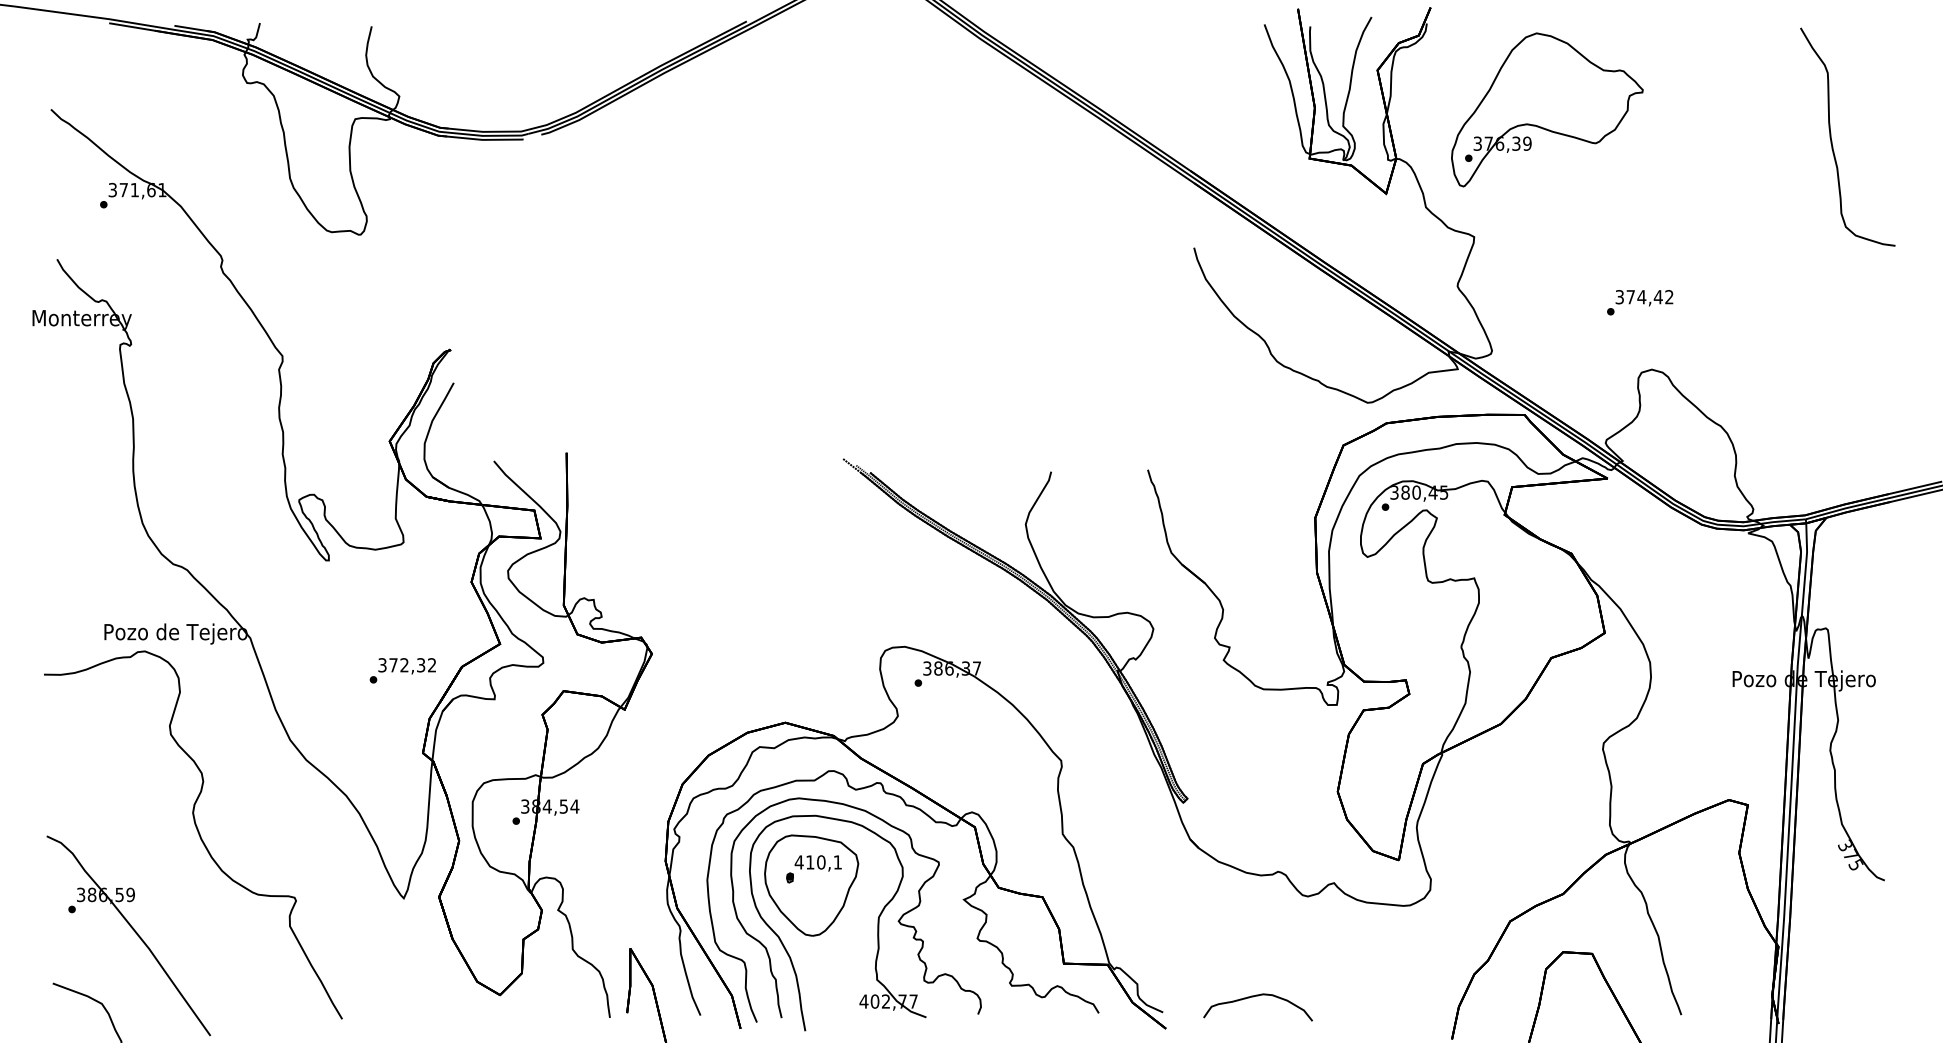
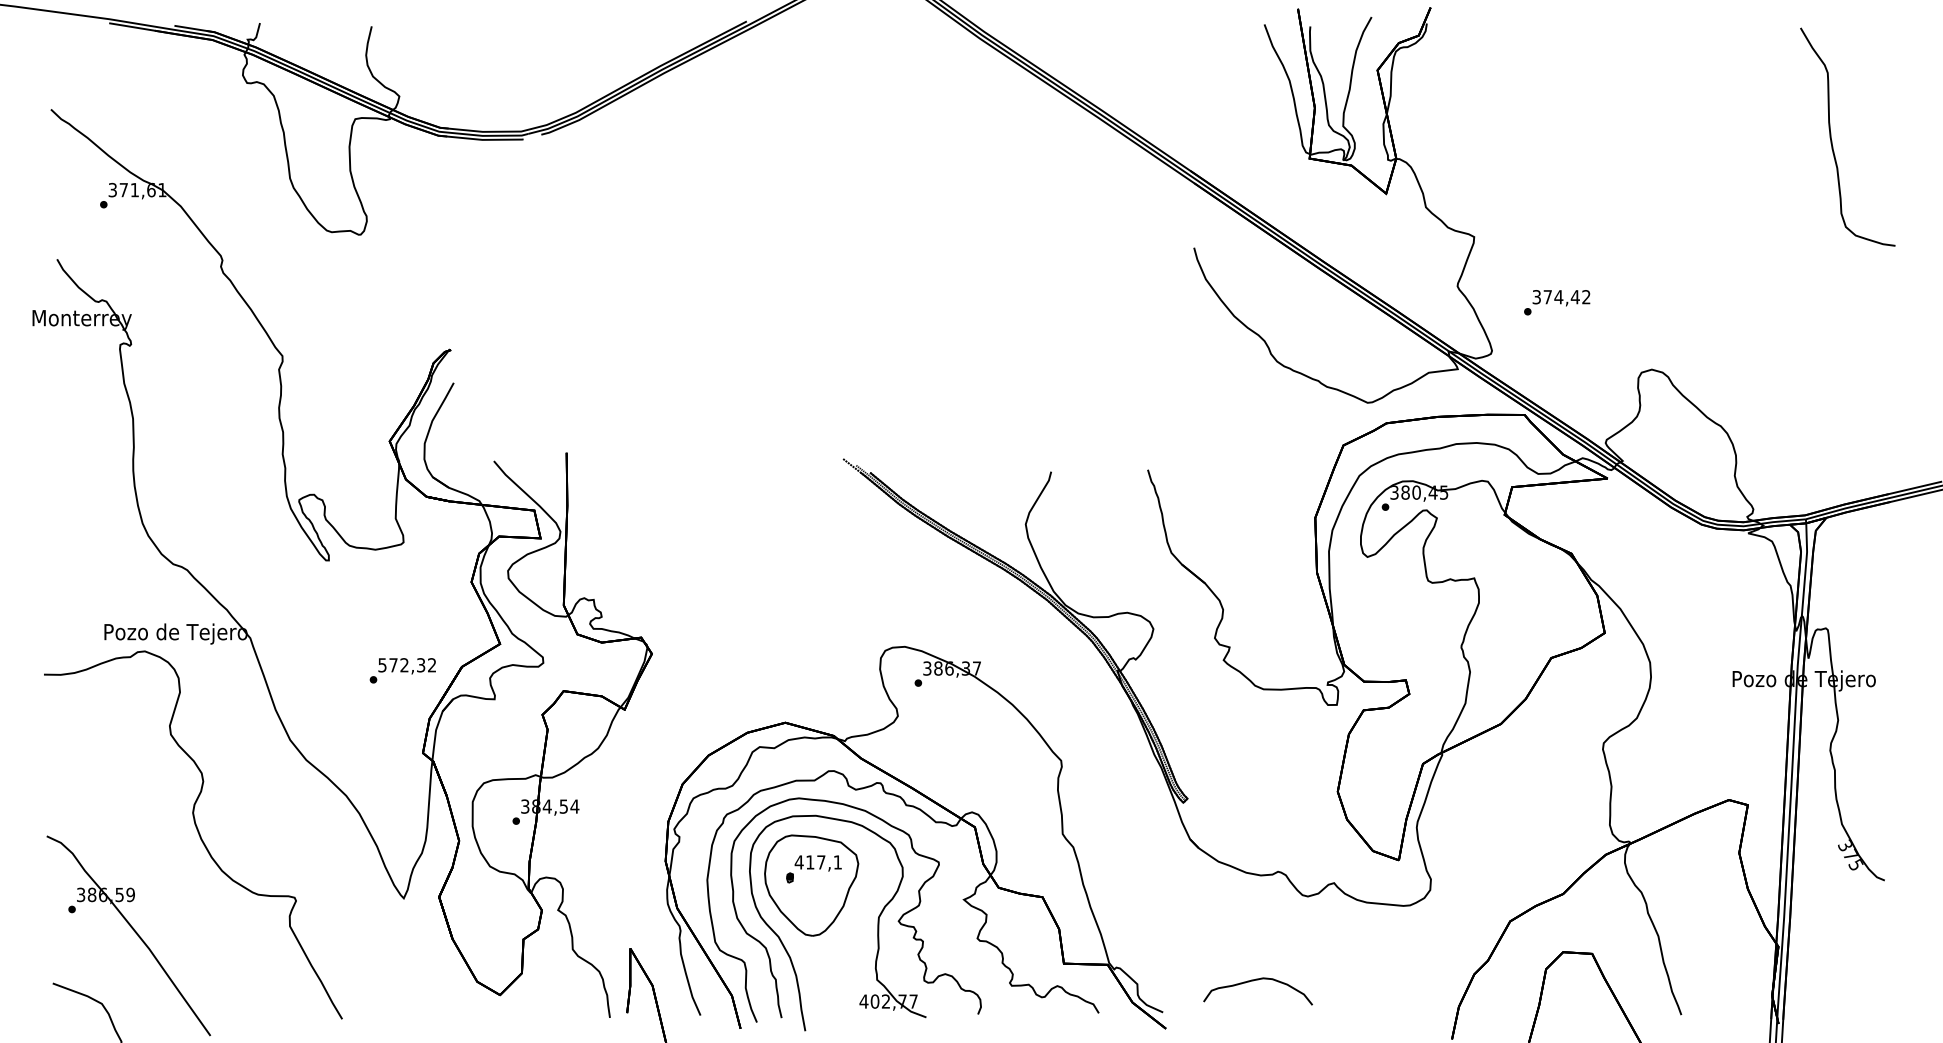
part at (1547, 109): present -> none
text at (1640, 302) position: (1640, 302) -> (1557, 302)
text at (382, 664): 372,32 -> 572,32
text at (821, 862): 410,1 -> 417,1
curve at (1253, 997) position: (1253, 997) -> (1253, 981)
